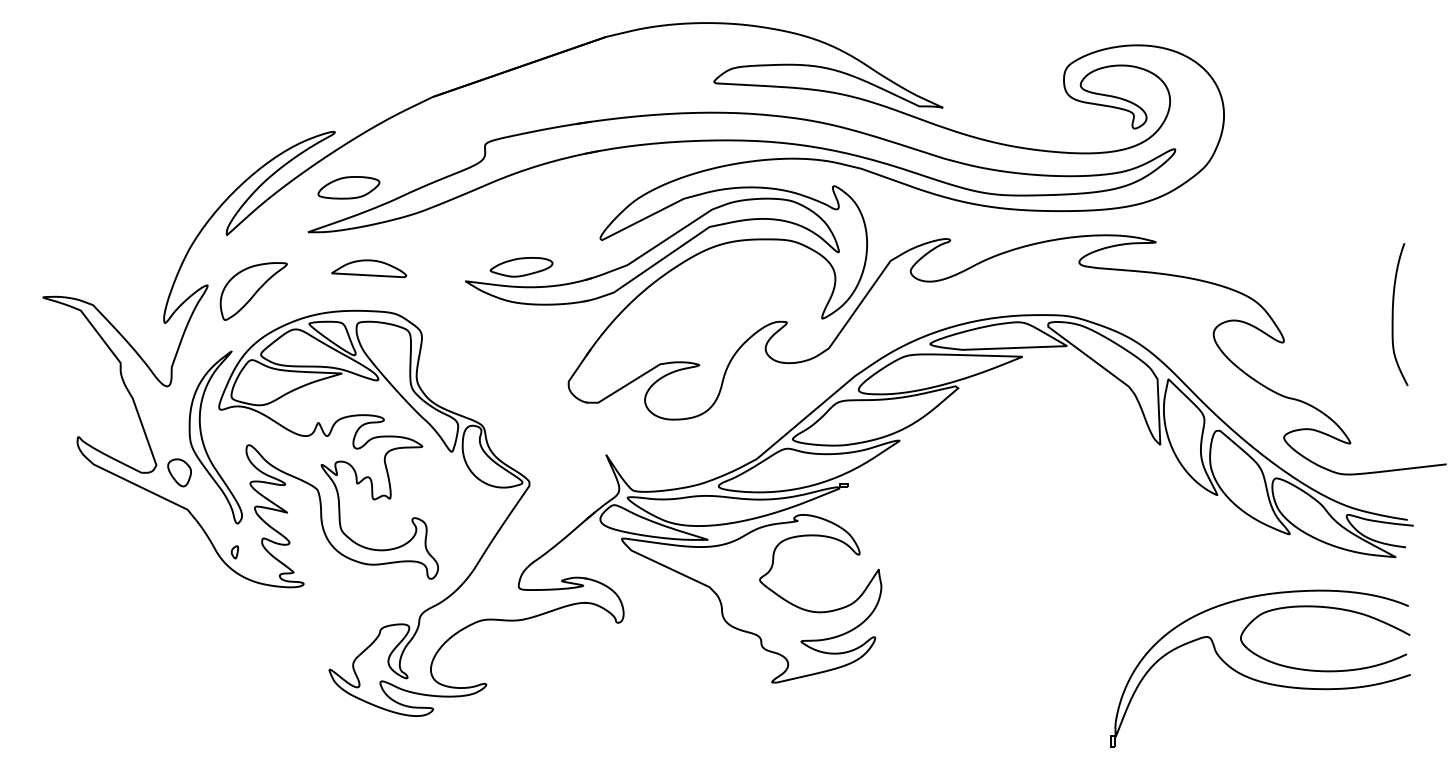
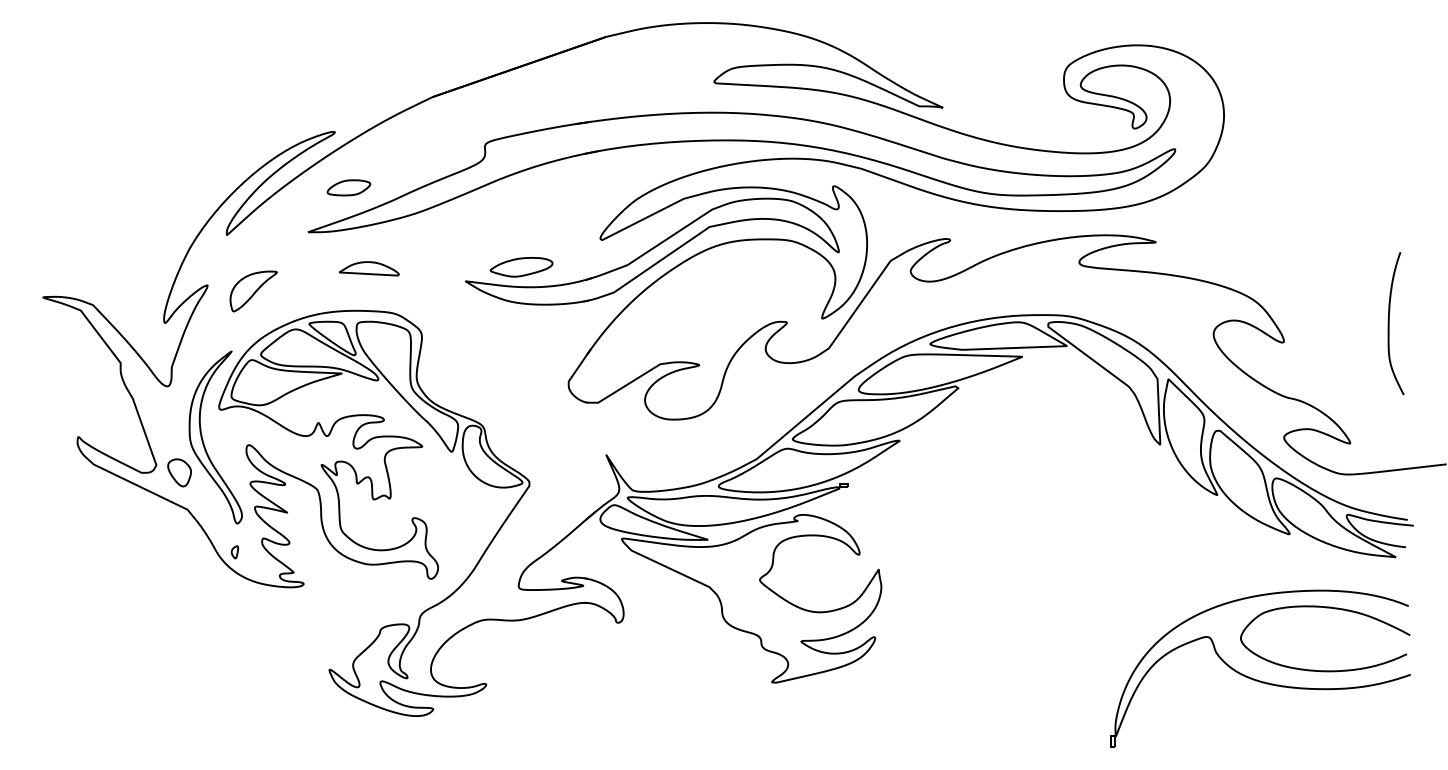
part at (348, 187) size: 64x24 px -> 46x18 px
part at (369, 268) size: 77x20 px -> 62x16 px
part at (253, 291) size: 69x59 px -> 49x43 px
curve at (1393, 314) position: (1393, 314) -> (1389, 323)
